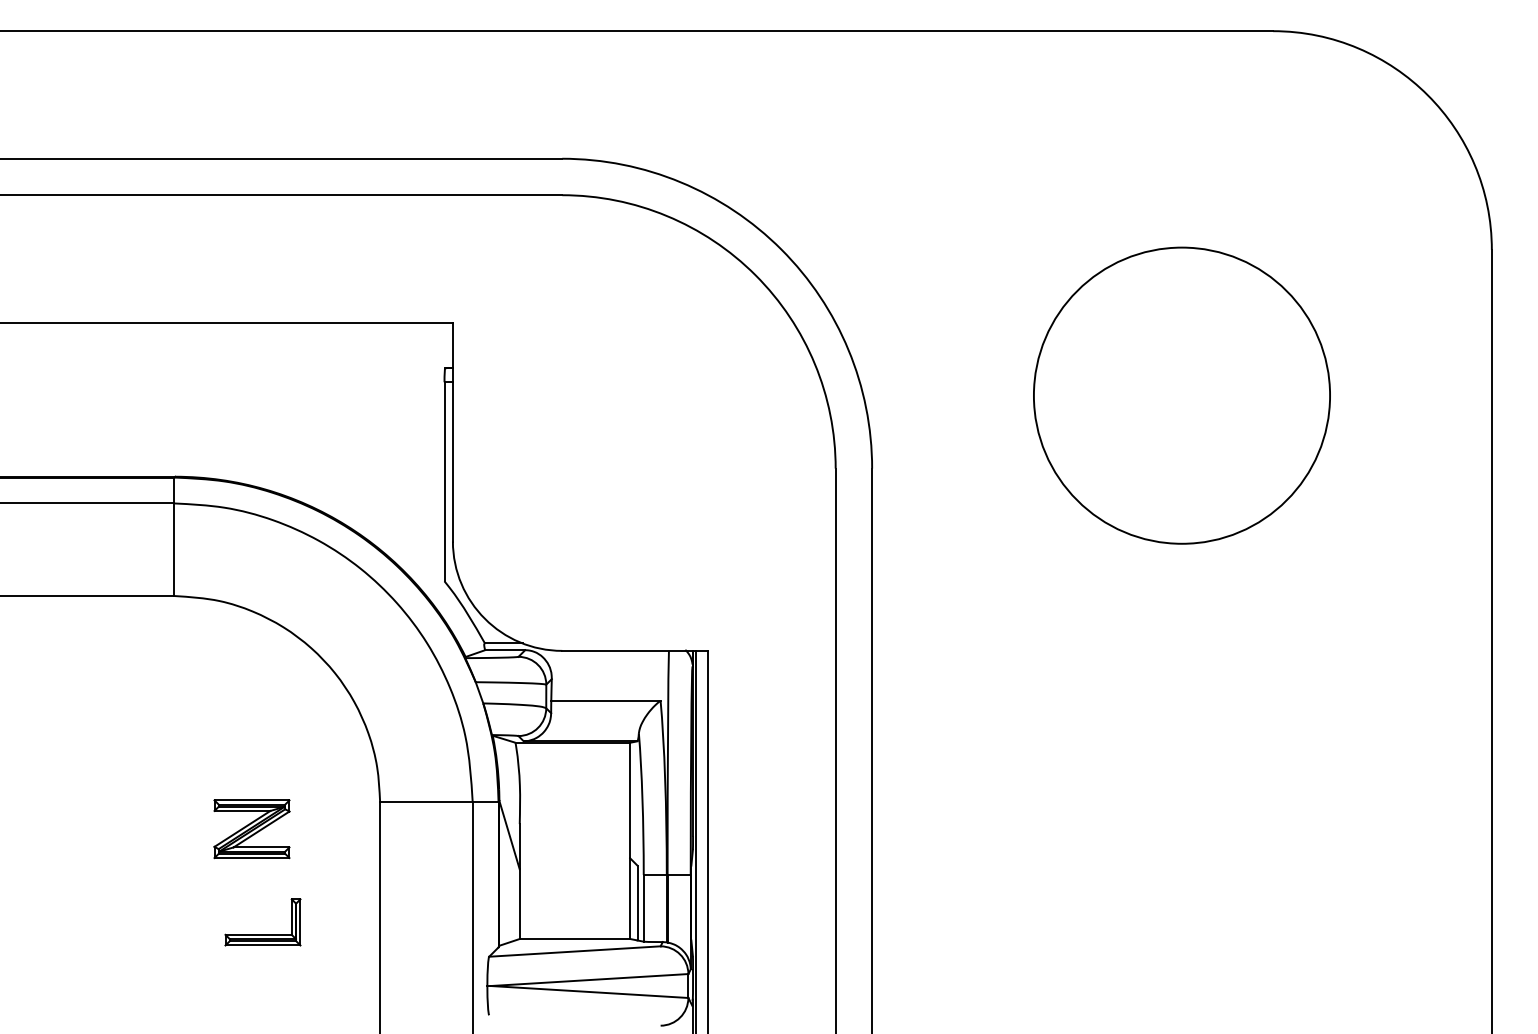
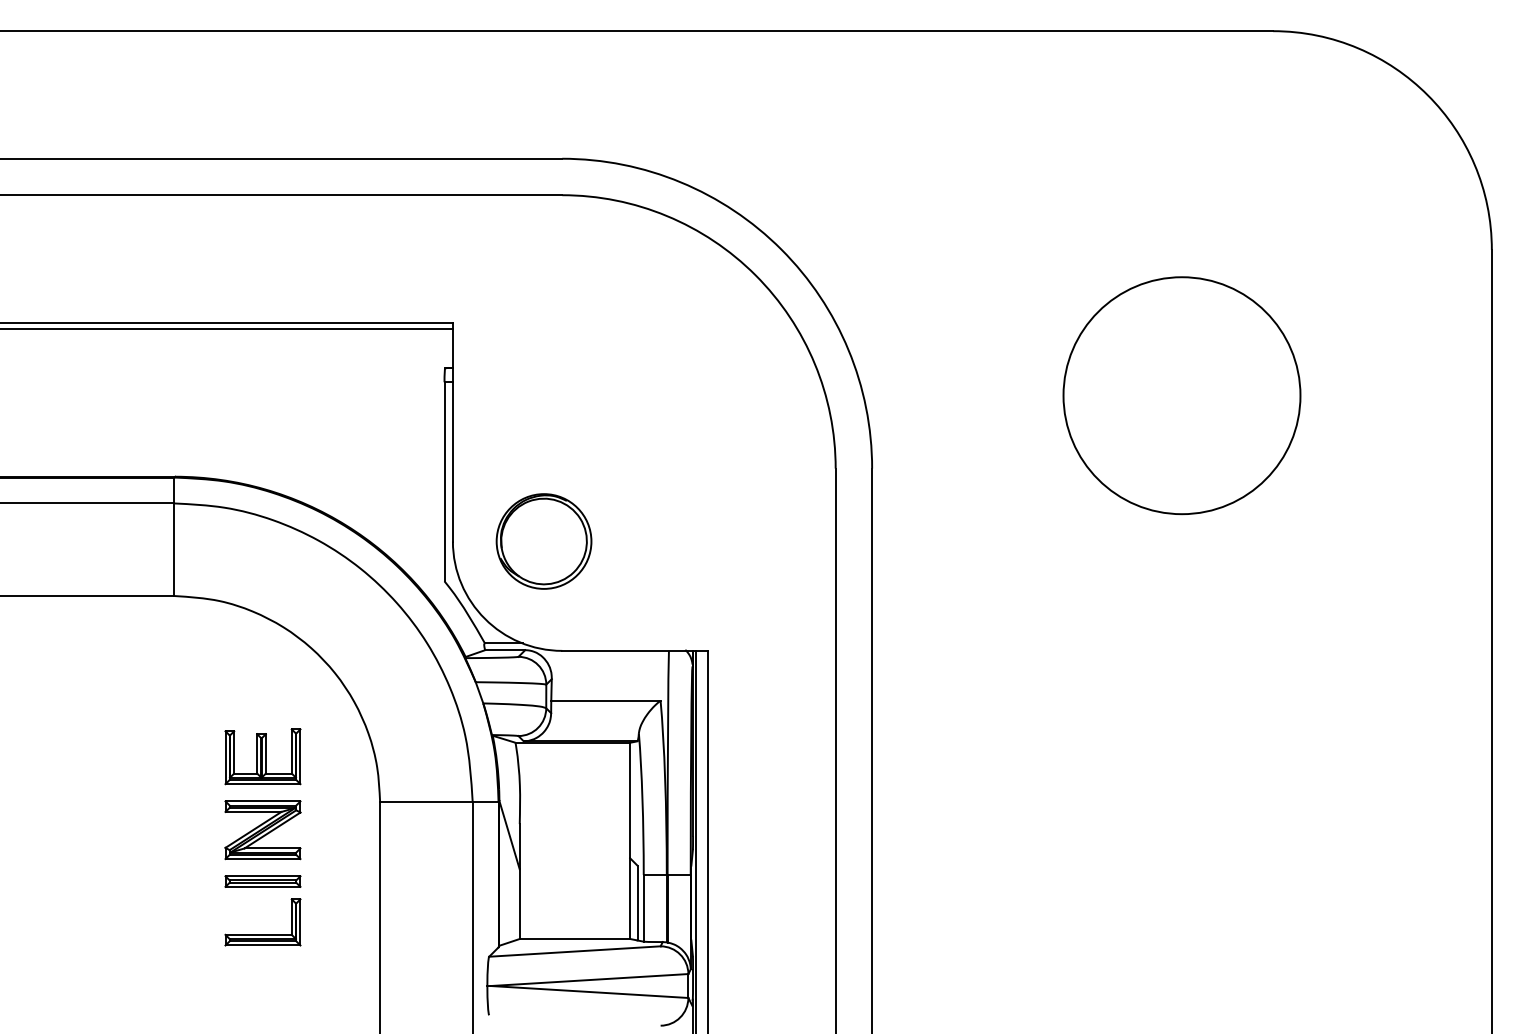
line at (227, 329): none -> present
circle at (1181, 395) diameter: 296 px -> 237 px
part at (543, 541): none -> present
part at (262, 756): none -> present
part at (251, 829) position: (251, 829) -> (262, 830)
part at (262, 881): none -> present
